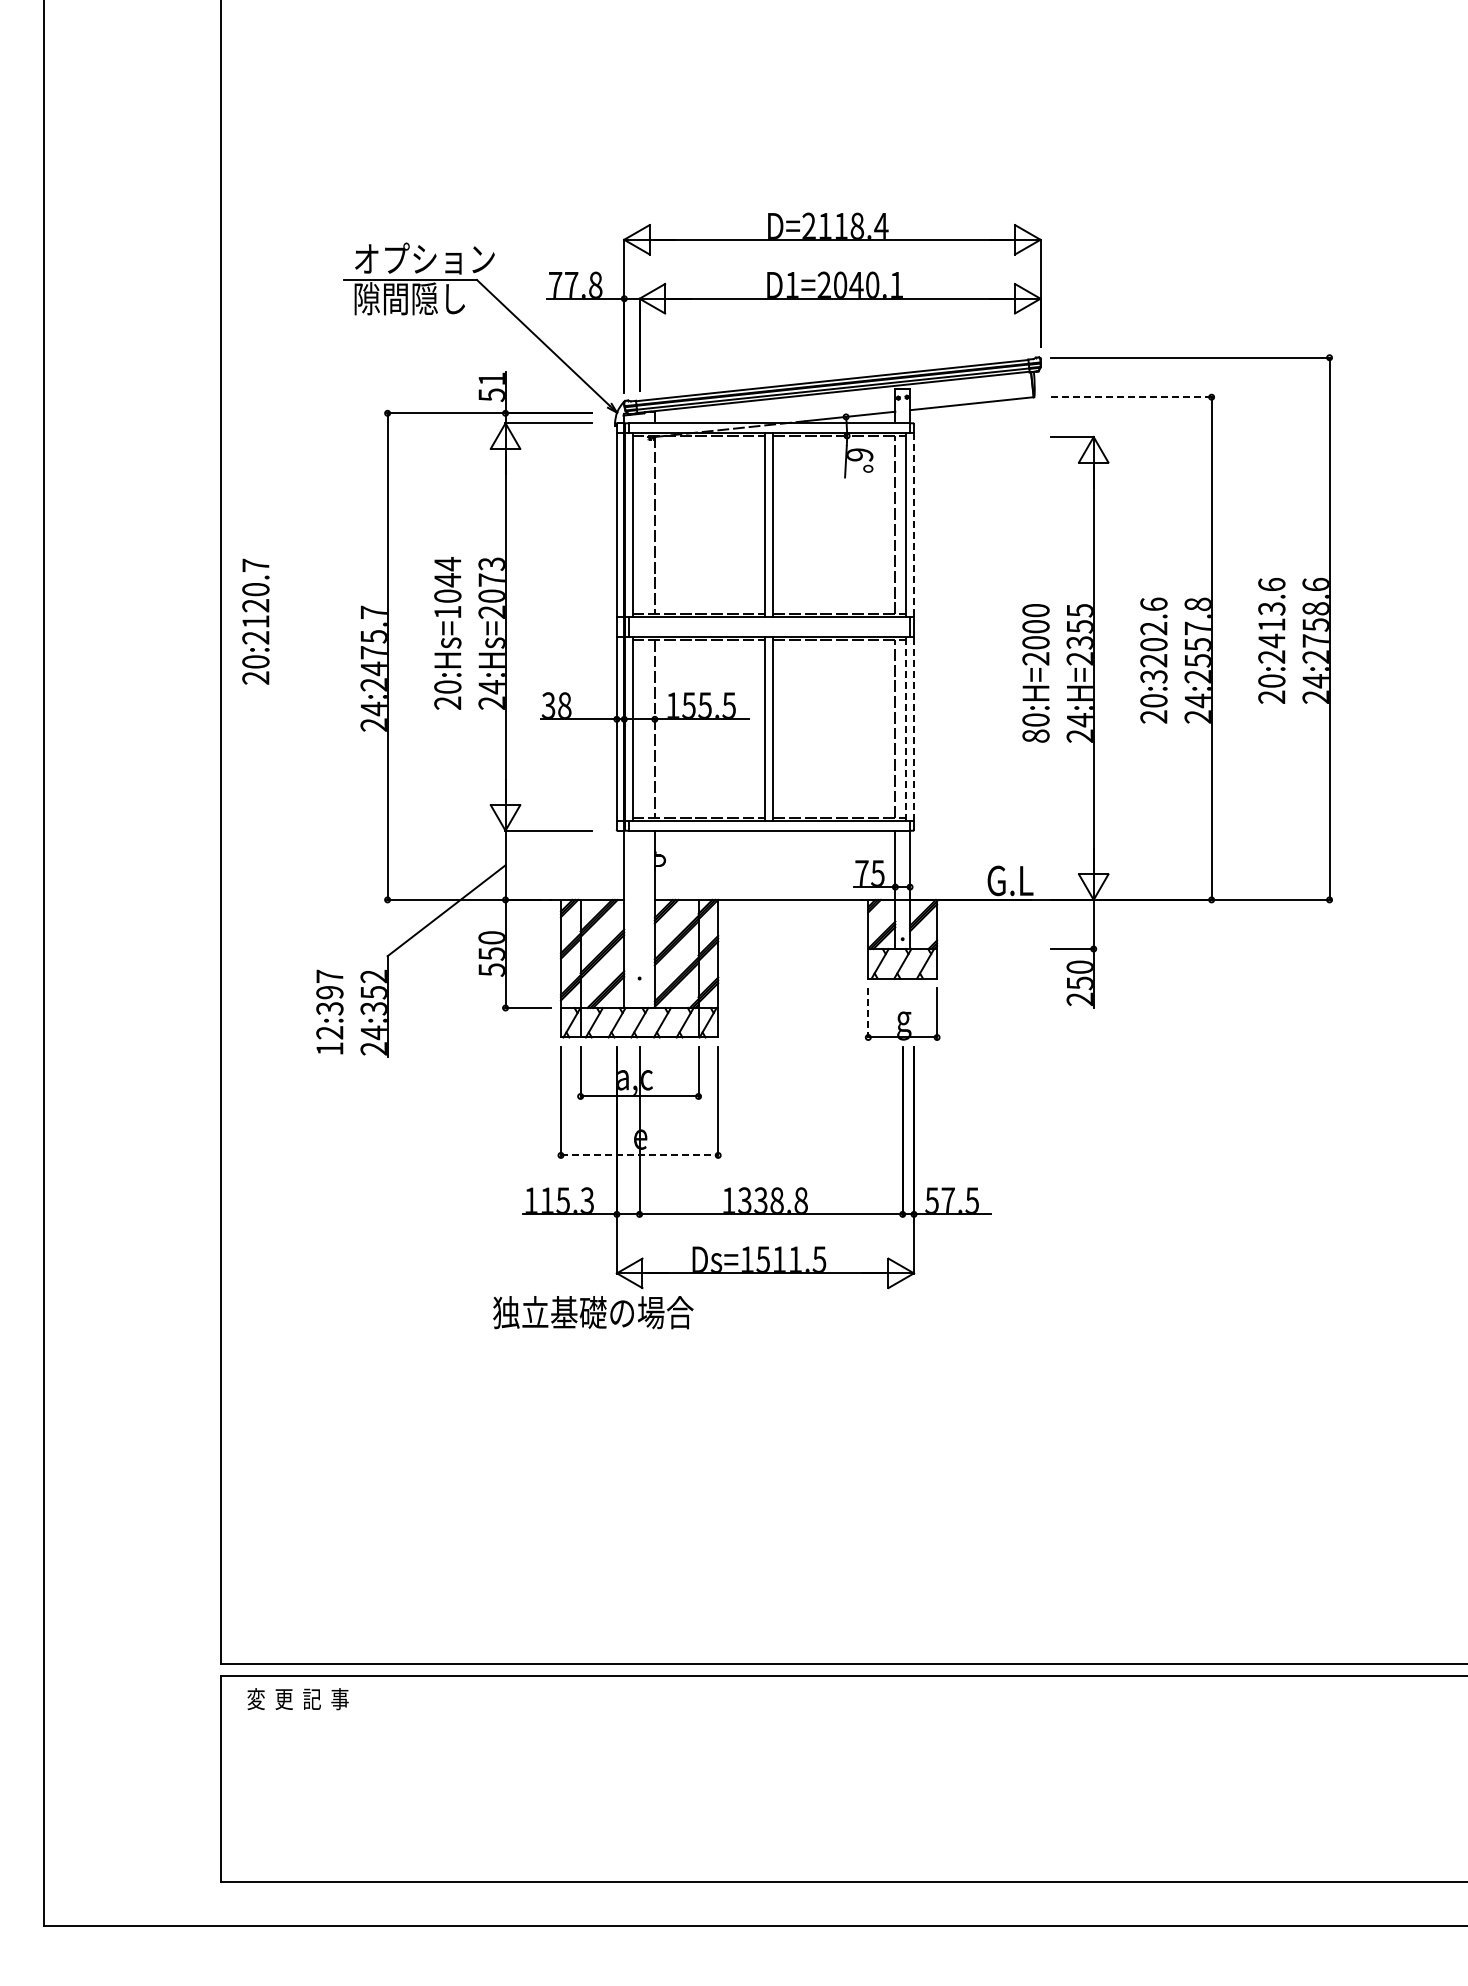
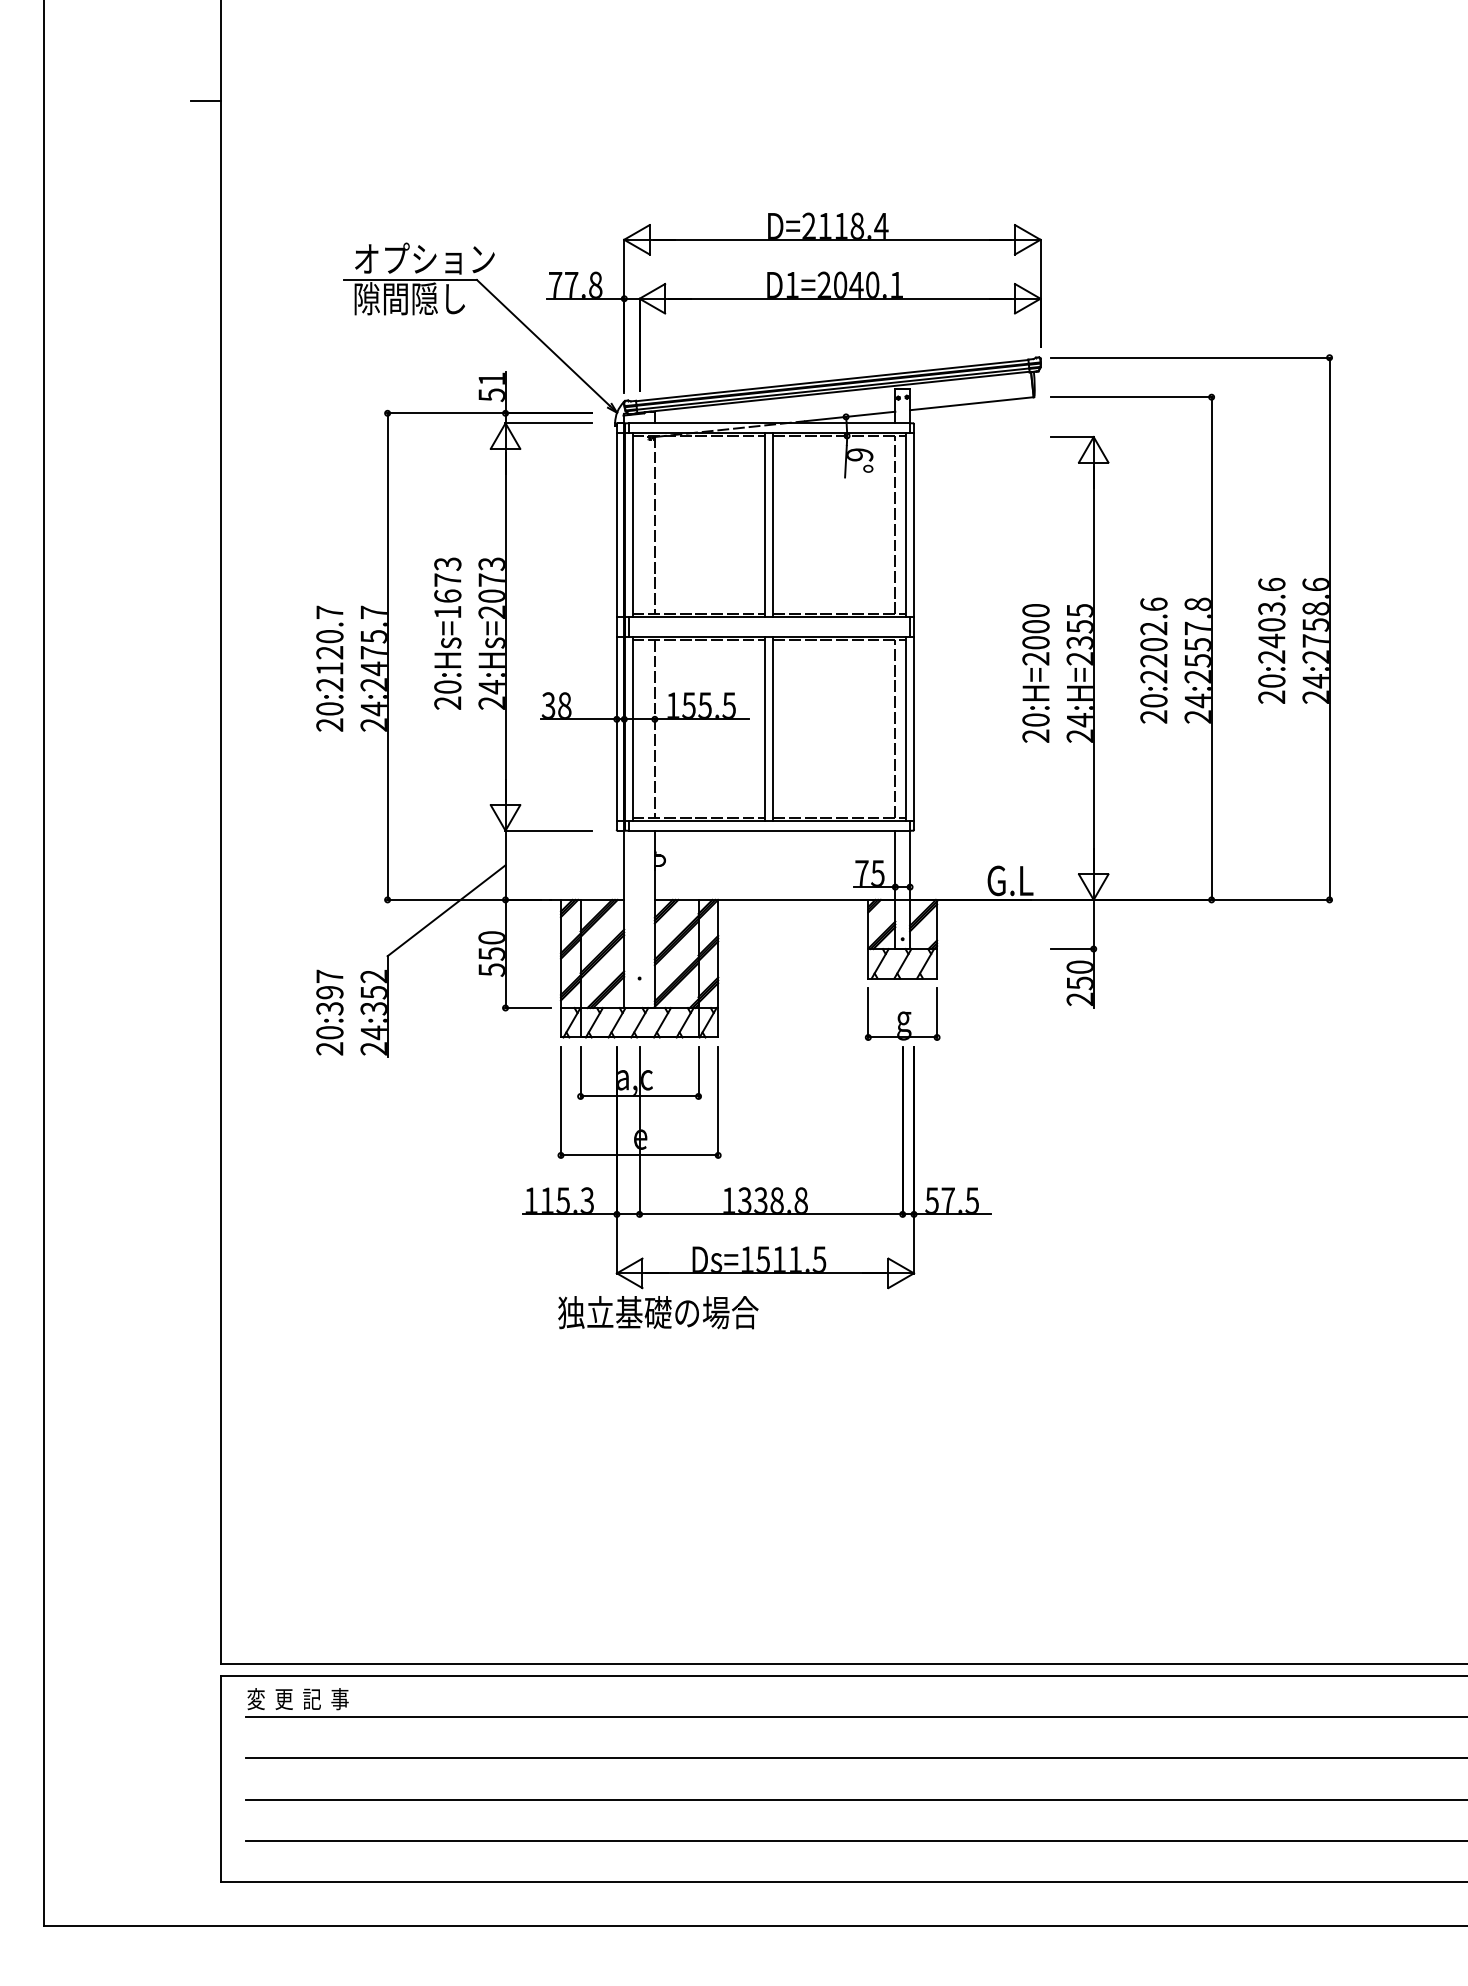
line at (205, 101): none -> present
line at (1131, 397): dashed -> solid
line at (914, 525): dashed -> solid
text at (447, 579): 20:Hs=1044 -> 20:Hs=1673
text at (255, 621) position: (255, 621) -> (329, 668)
text at (1271, 624): 20:2413.6 -> 20:2403.6
text at (1153, 676): 20:3202.6 -> 20:2202.6
line at (906, 728): dashed -> solid
line at (914, 728): dashed -> solid
text at (1035, 735): 80:H=2000 -> 20:H=2000
line at (868, 1013): dashed -> solid
text at (329, 1040): 12:397 -> 20:397
line at (639, 1155): dashed -> solid
text at (593, 1312) position: (593, 1312) -> (658, 1312)
line at (854, 1717): none -> present
line at (854, 1758): none -> present
line at (854, 1799): none -> present
line at (854, 1840): none -> present
